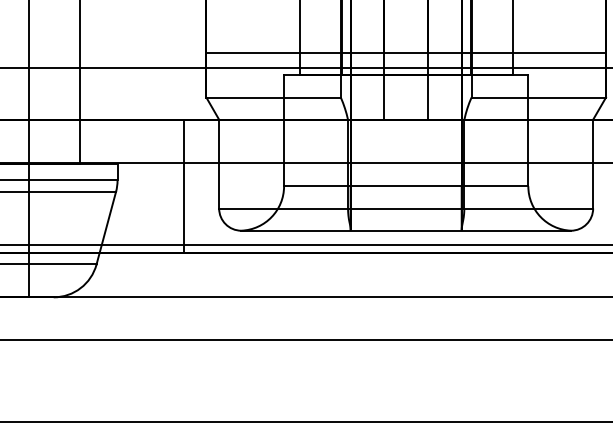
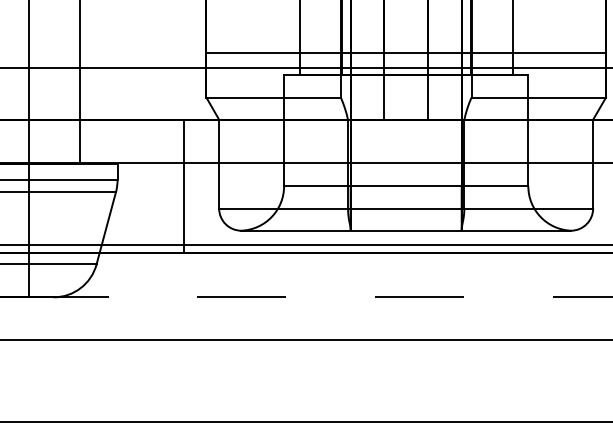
line at (306, 297): solid -> dashed
